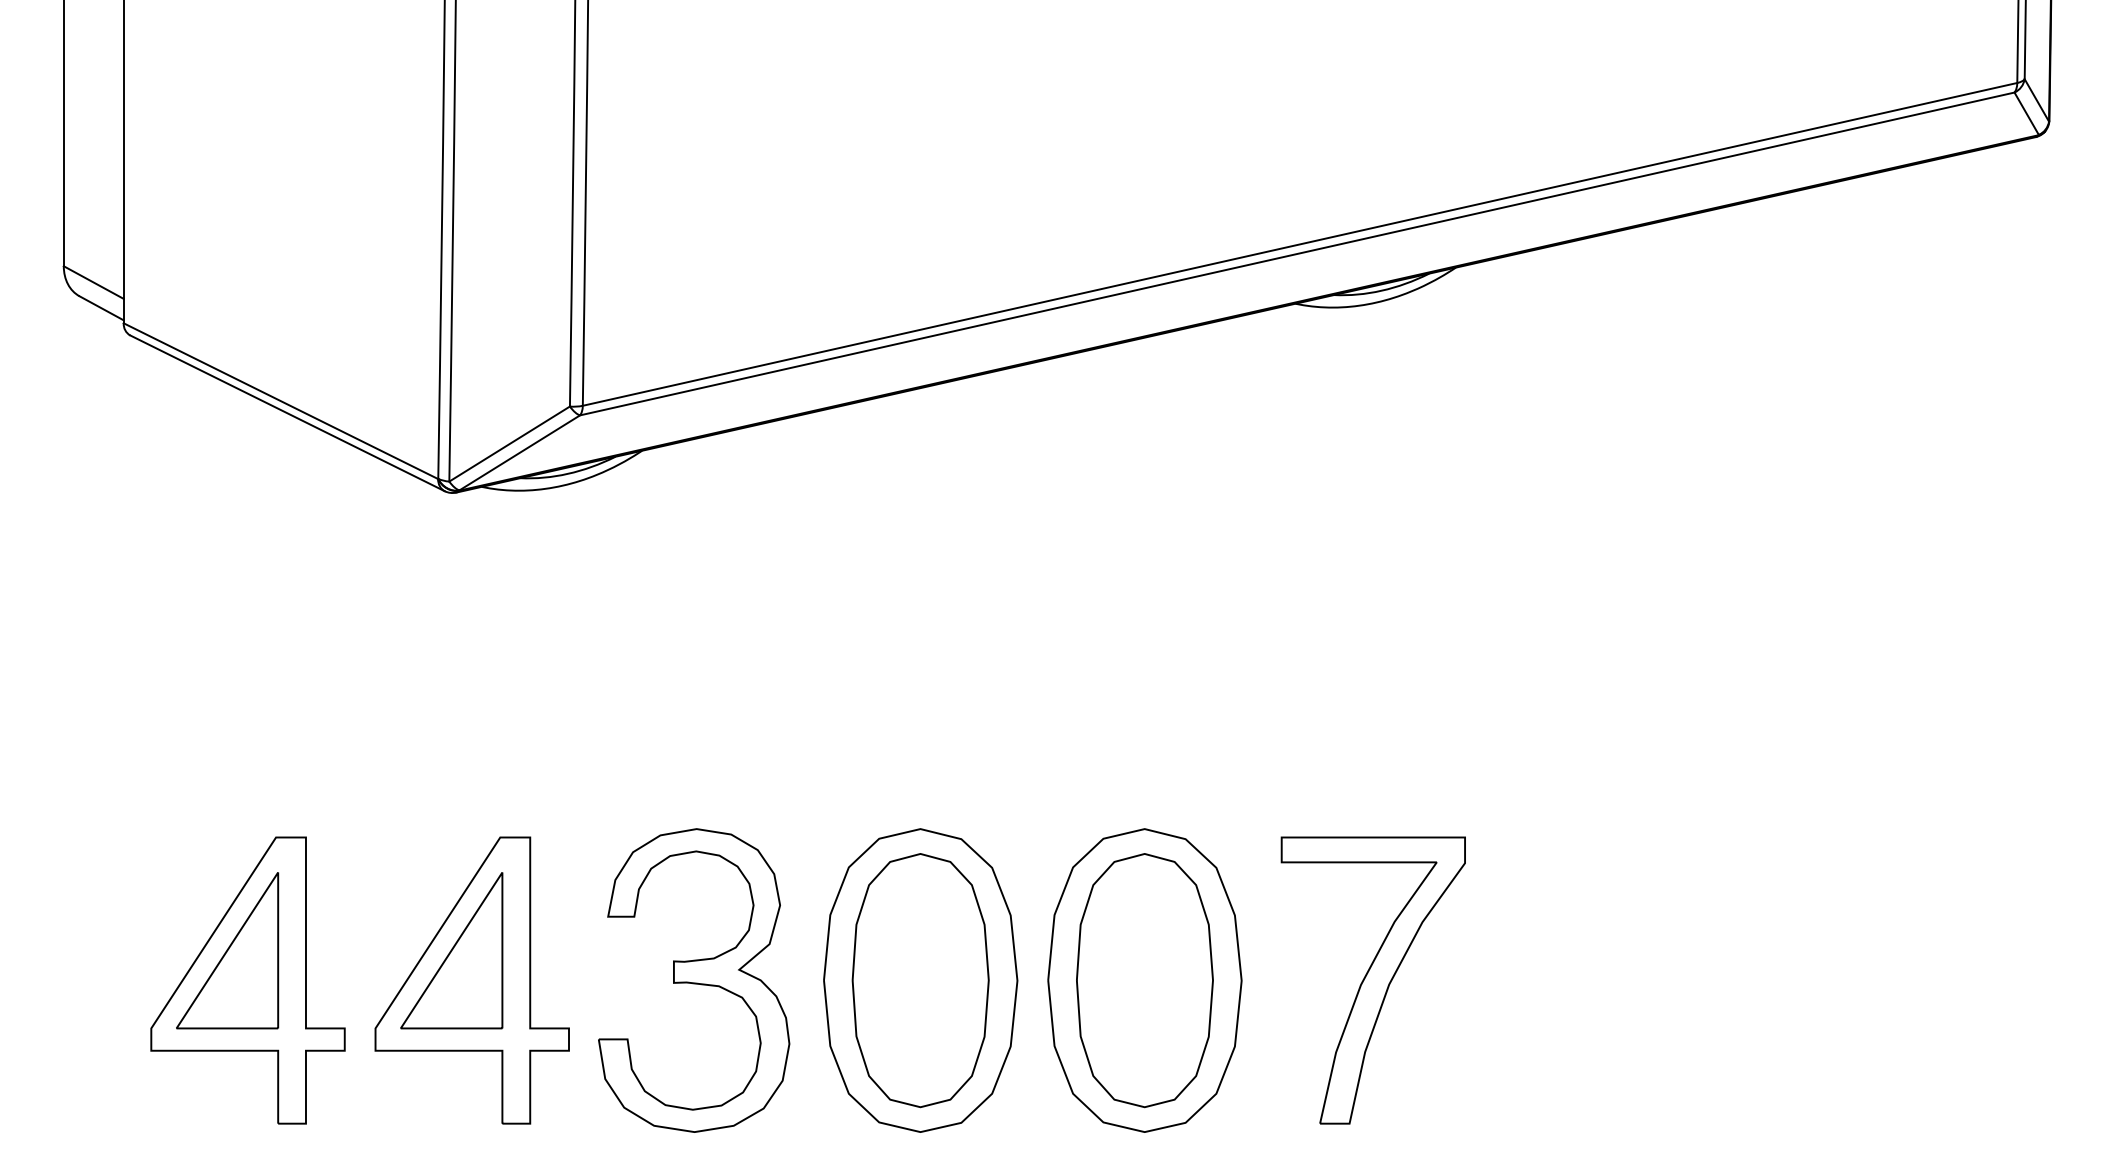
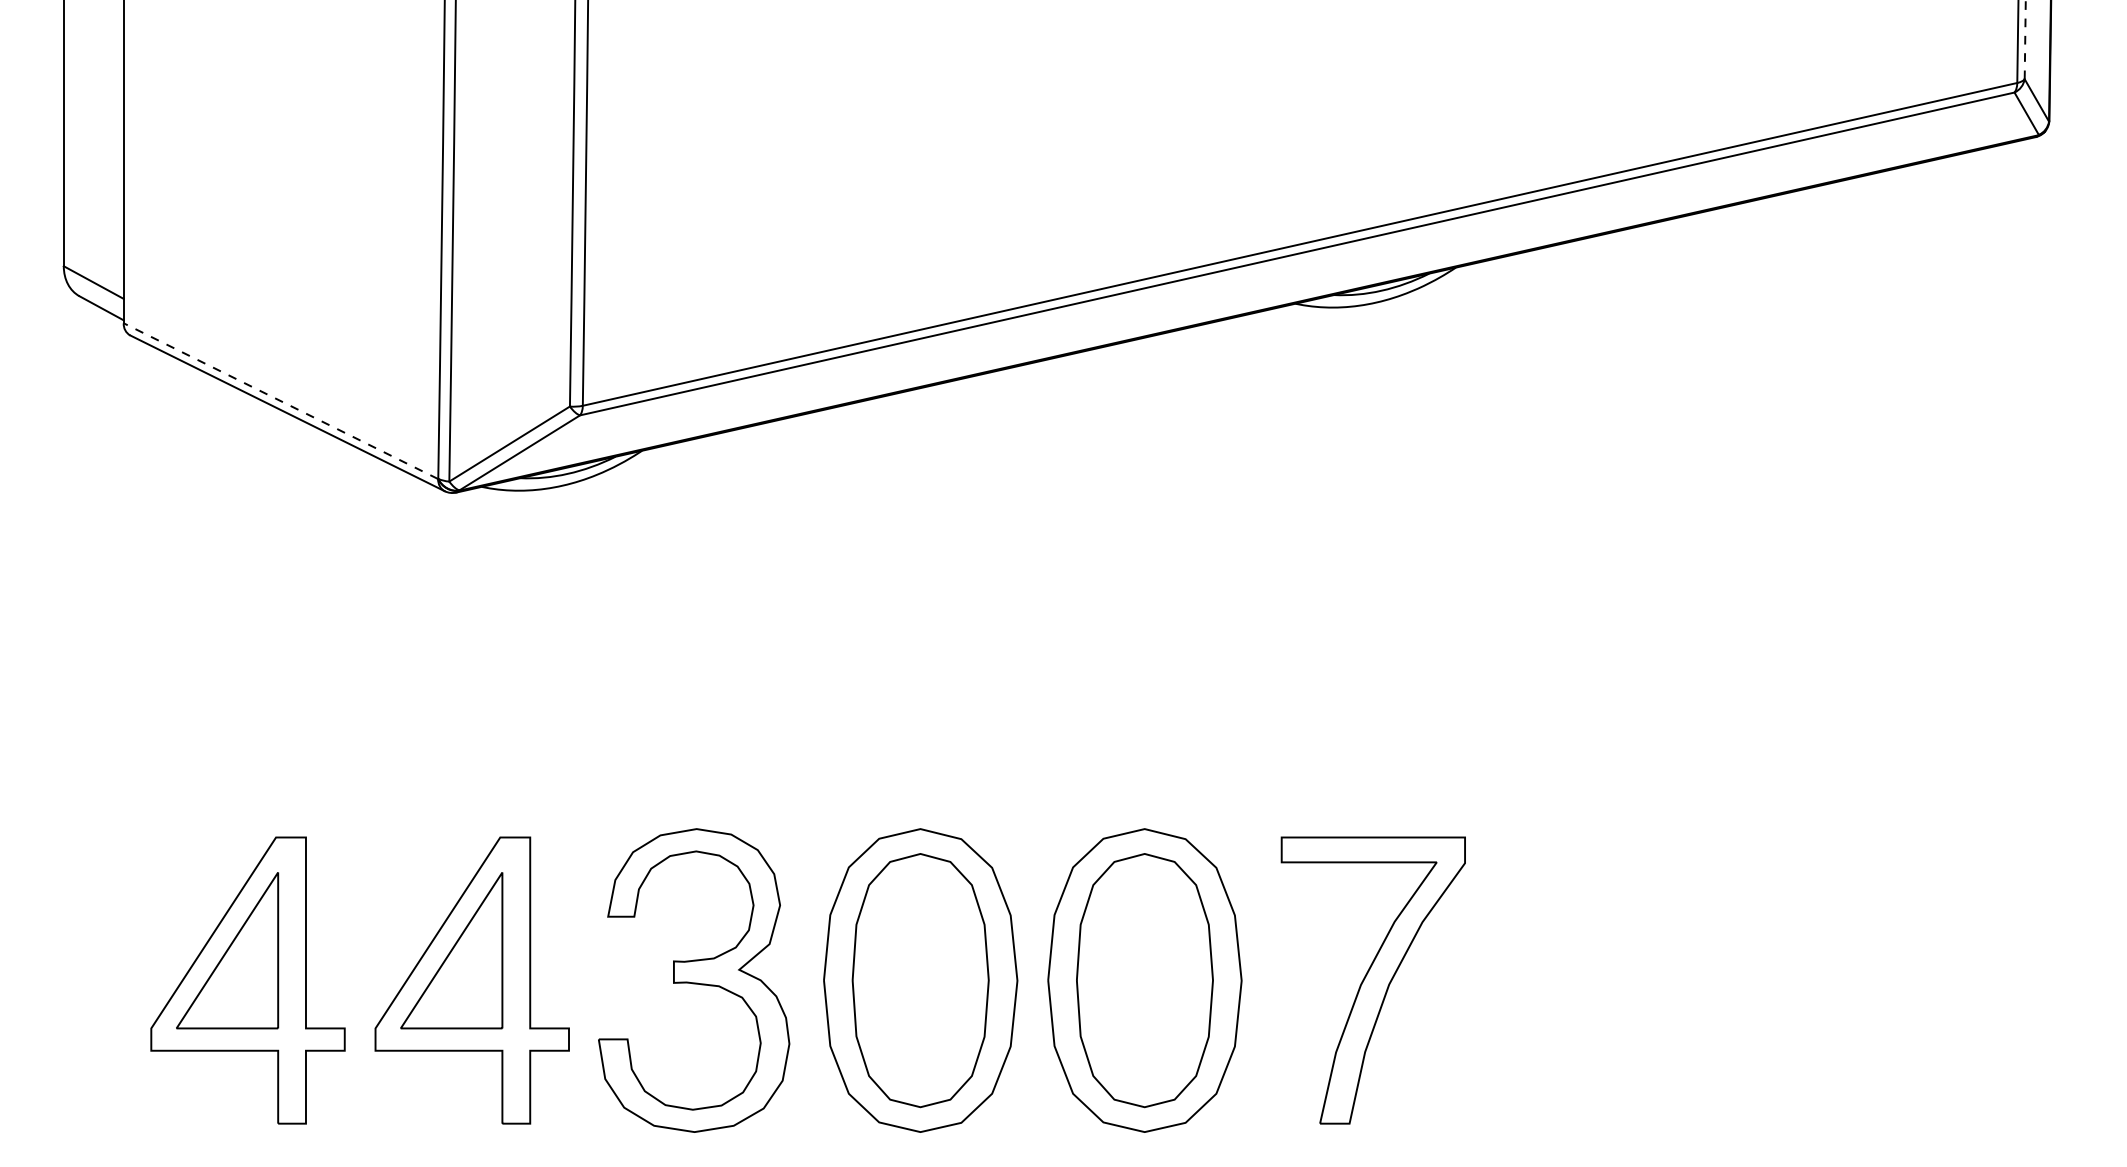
arc at (2025, 39): solid -> dashed
line at (280, 400): solid -> dashed
